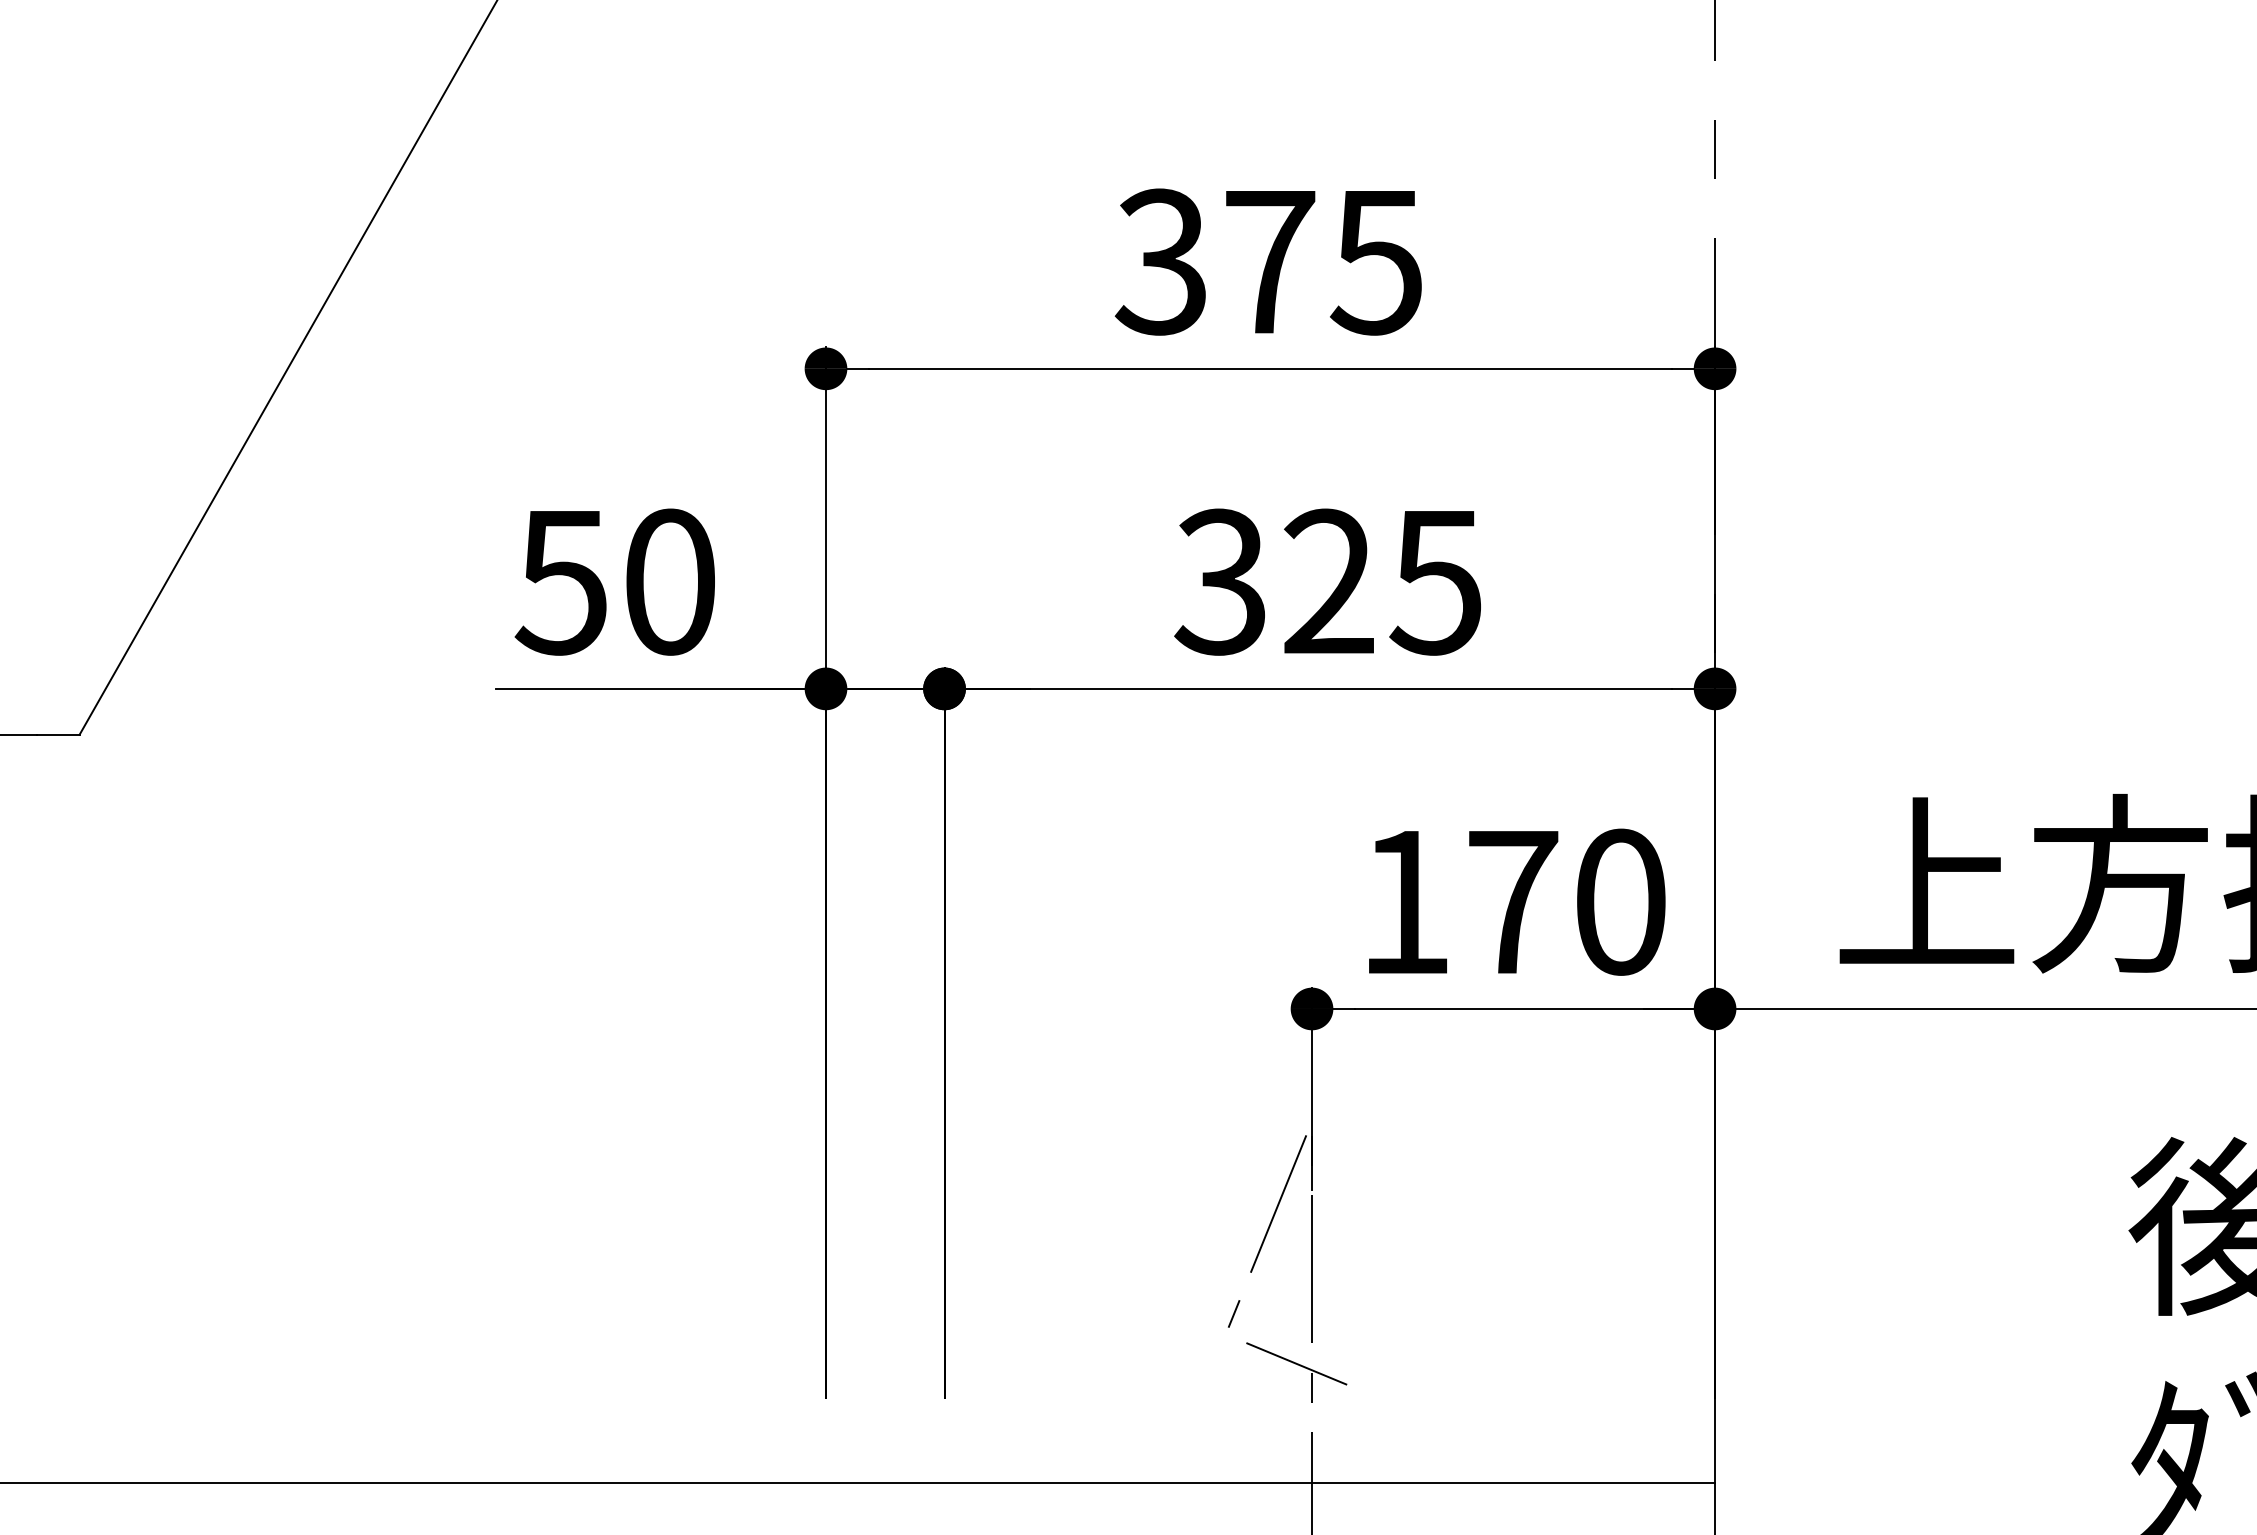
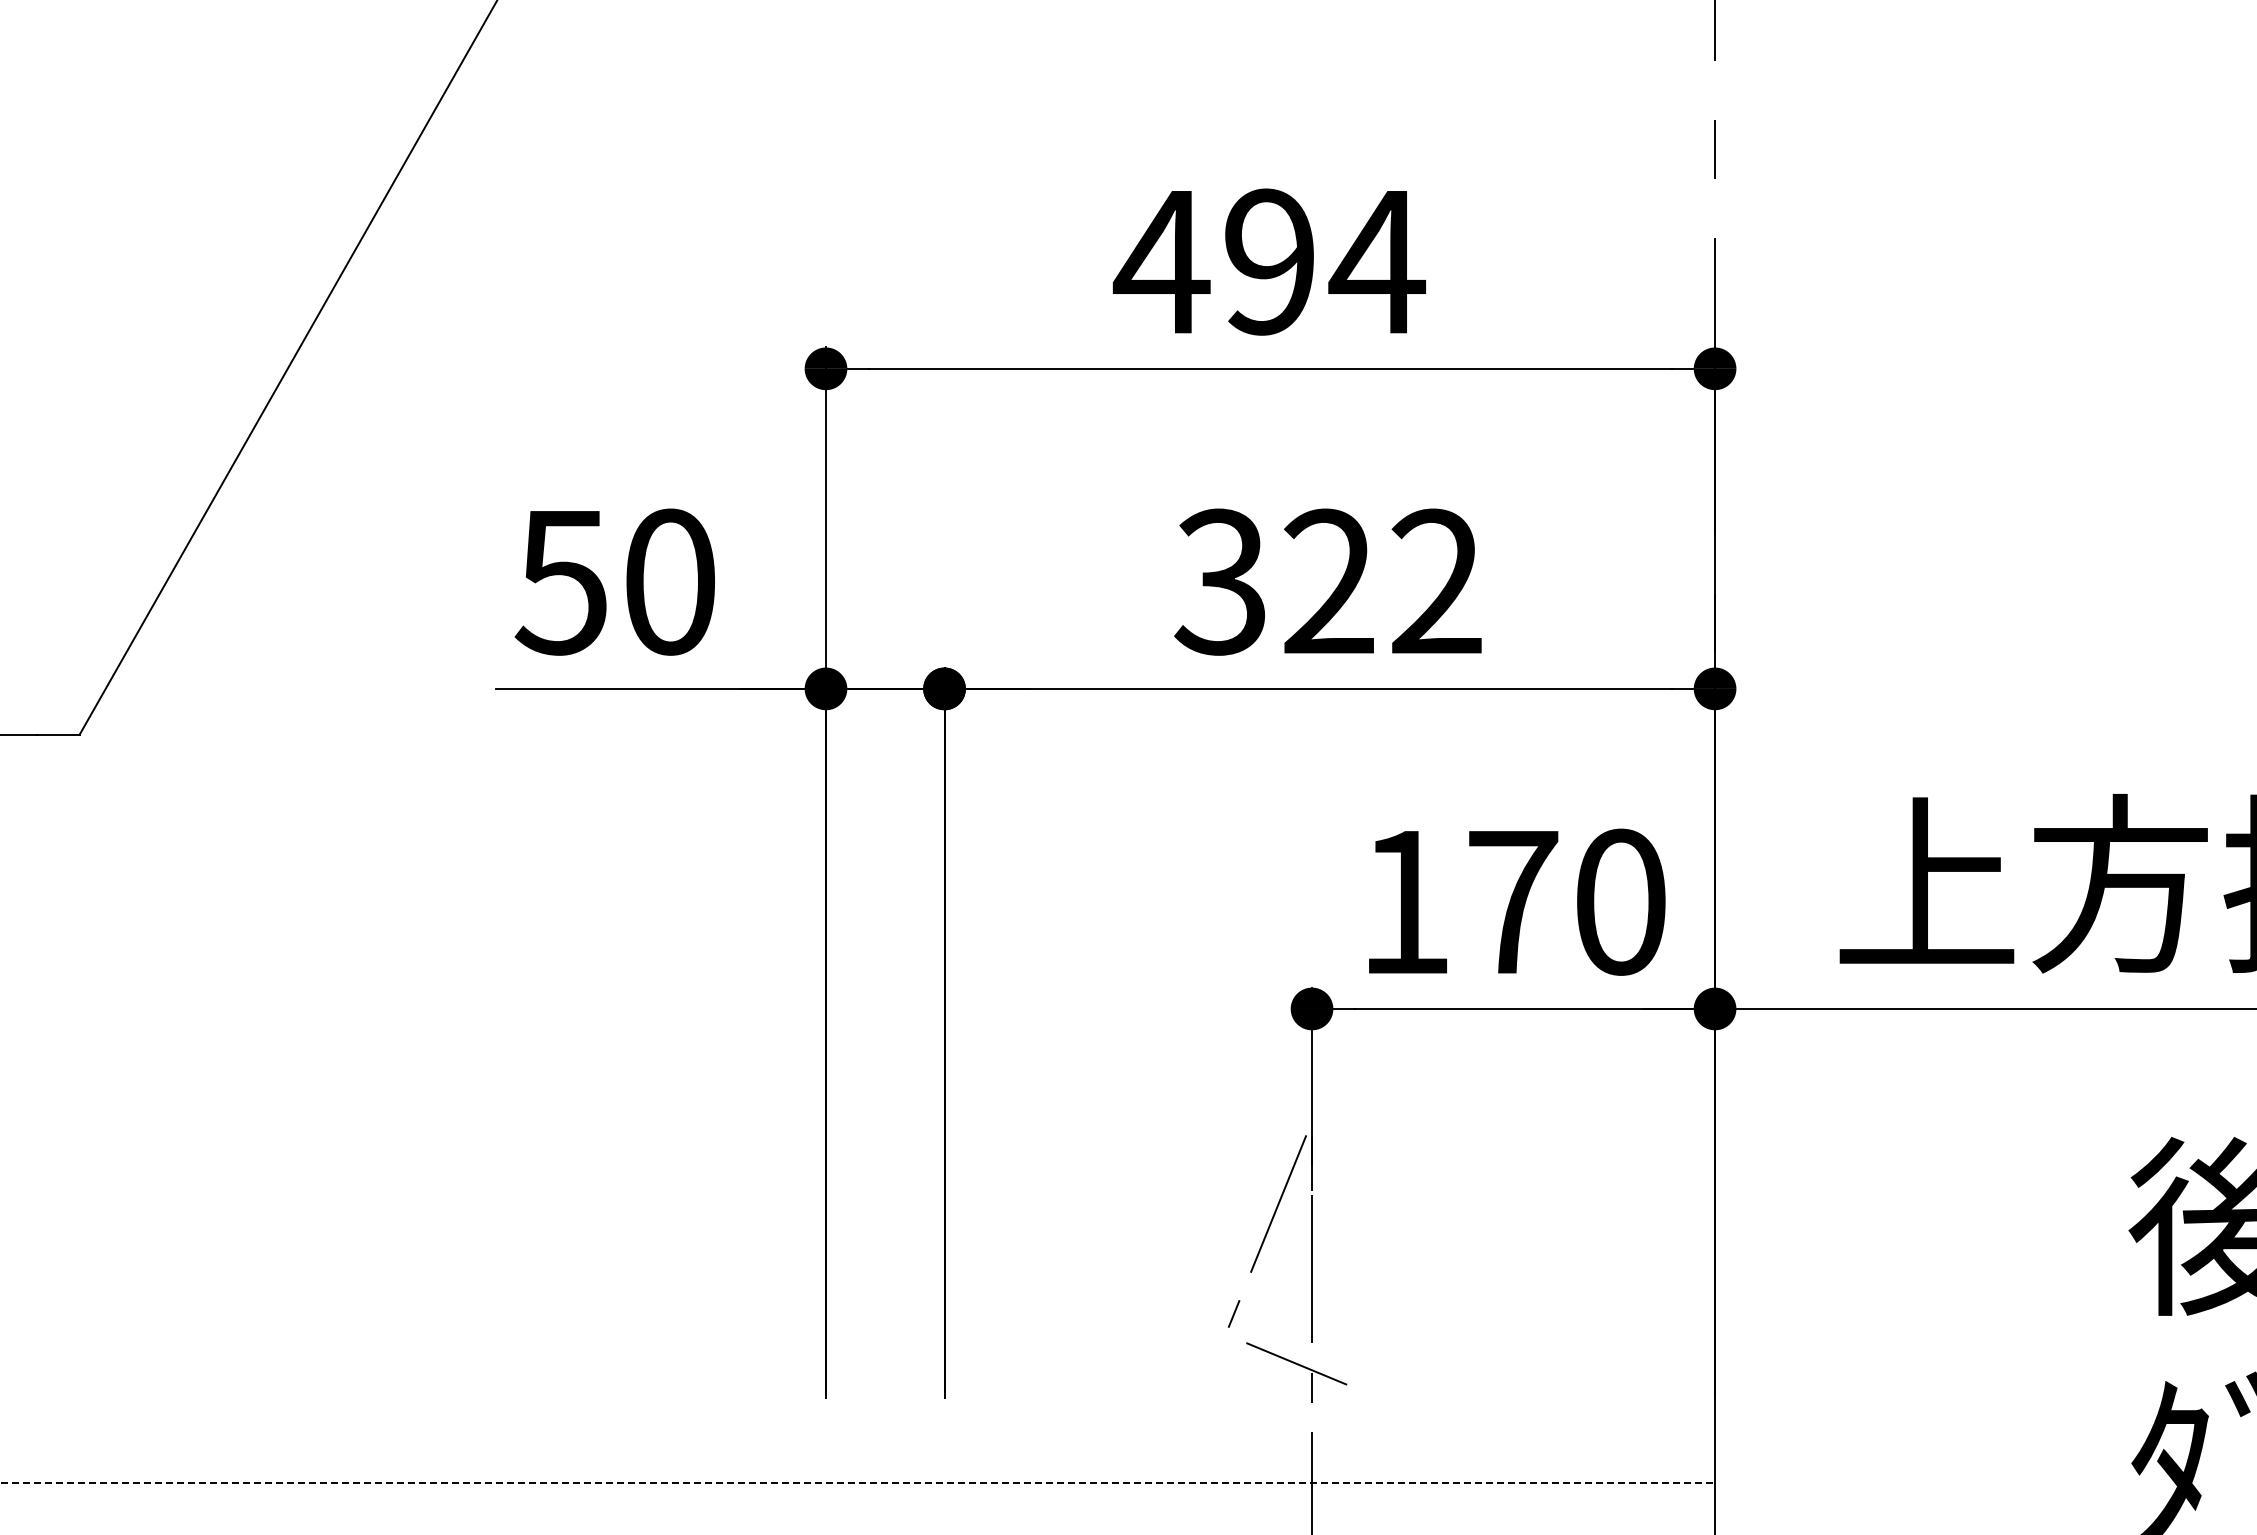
text at (1269, 261): 375 -> 494
text at (1435, 581): 325 -> 322
line at (858, 1483): solid -> dashed
